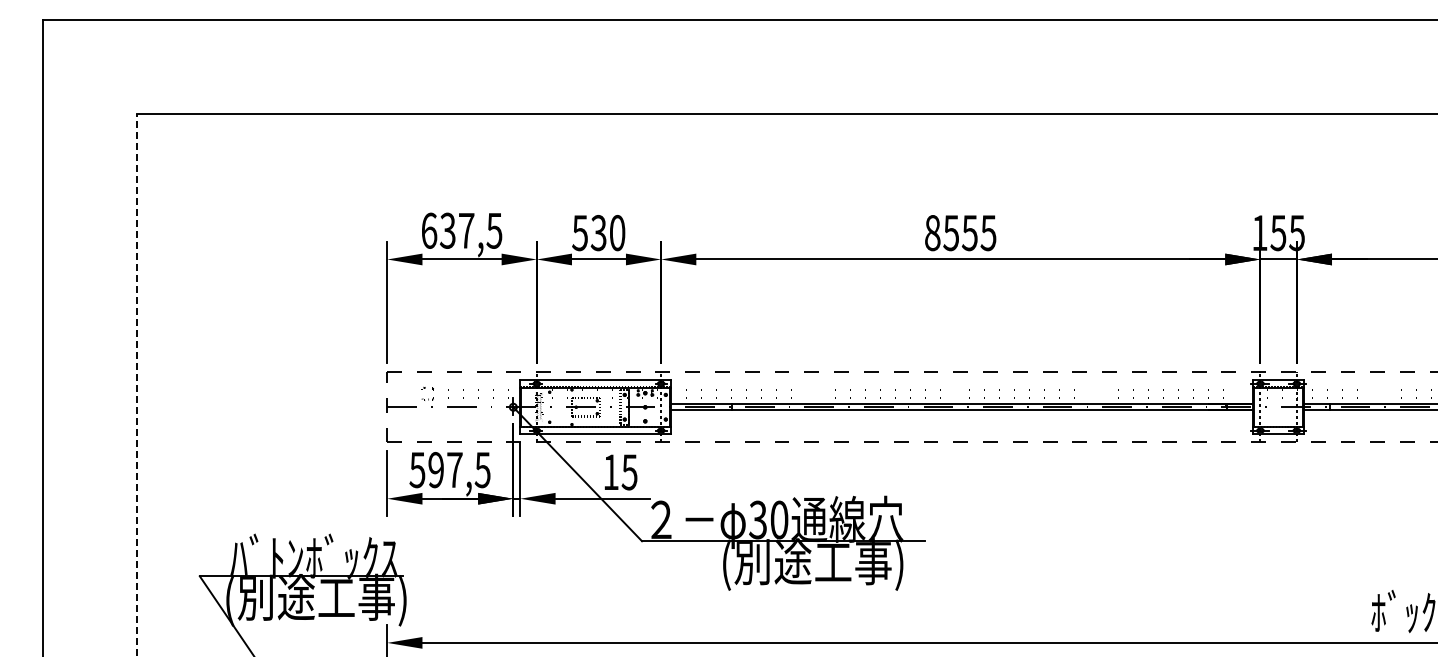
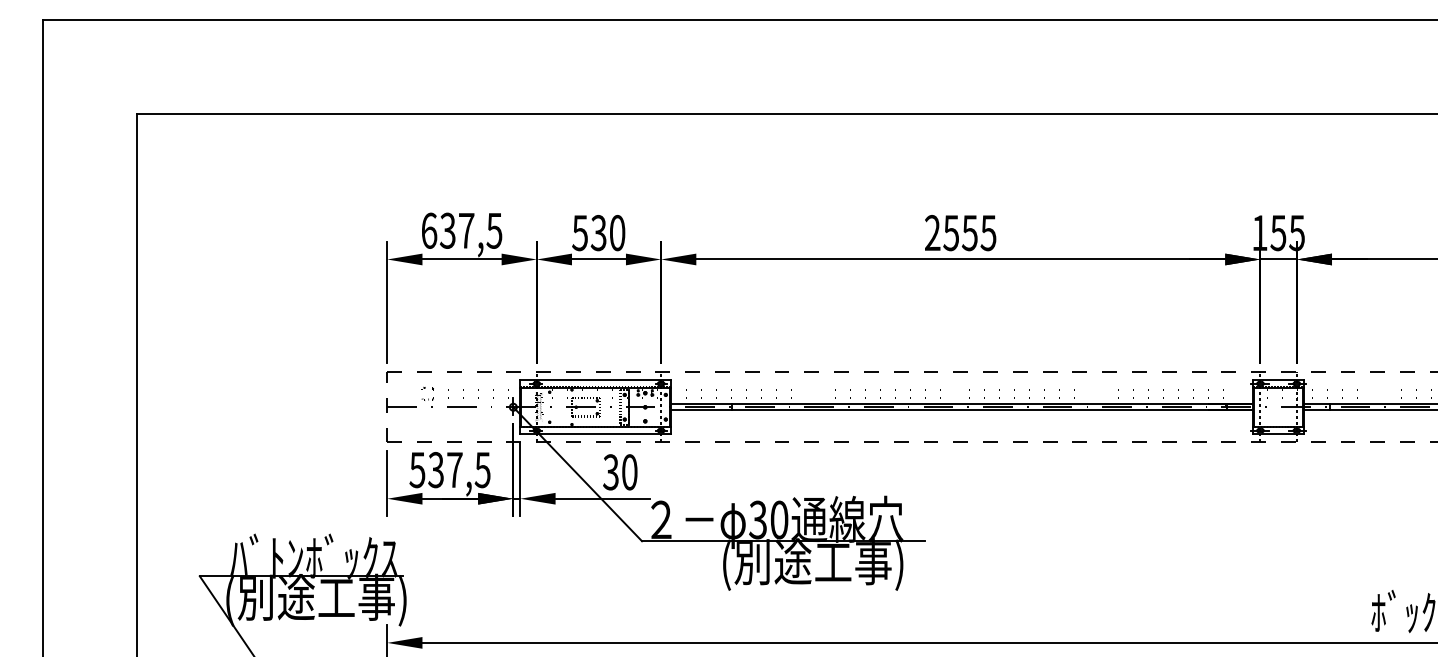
text at (932, 232): 8555 -> 2555
line at (136, 384): dashed -> solid
text at (435, 470): 597,5 -> 537,5
text at (620, 472): 15 -> 30
